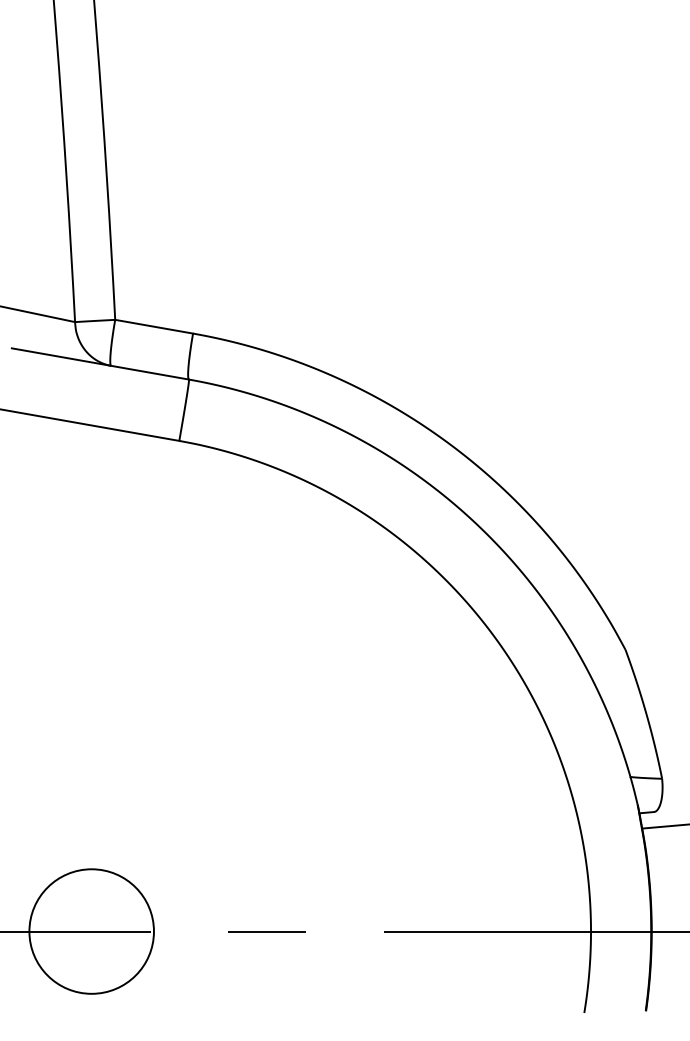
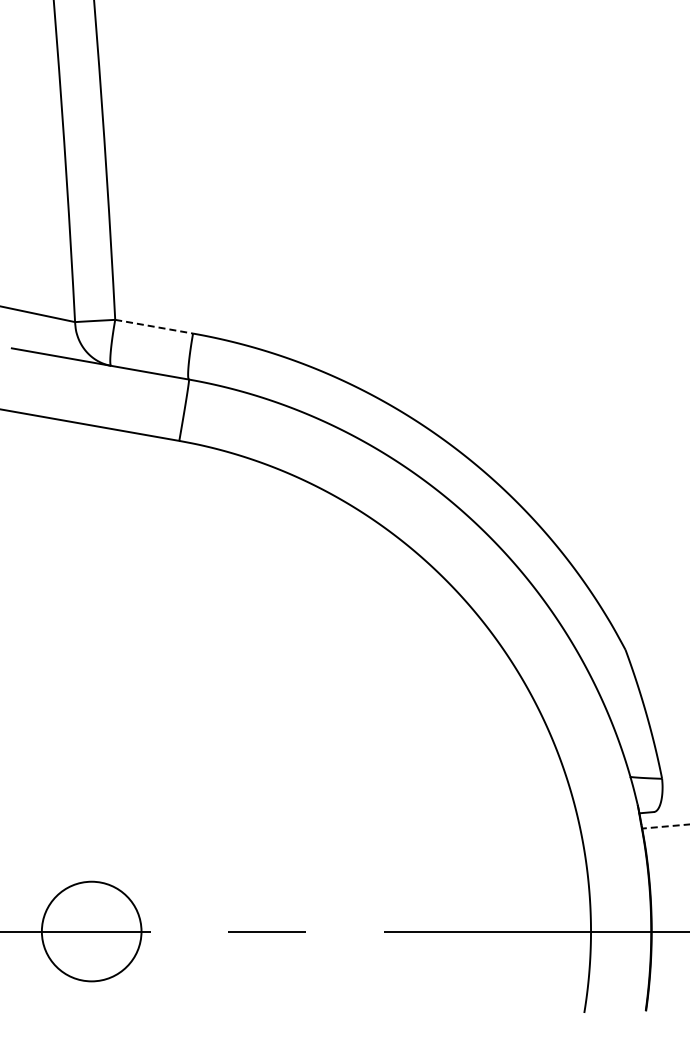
line at (154, 326): solid -> dashed
line at (665, 826): solid -> dashed
circle at (91, 931) diameter: 125 px -> 100 px
